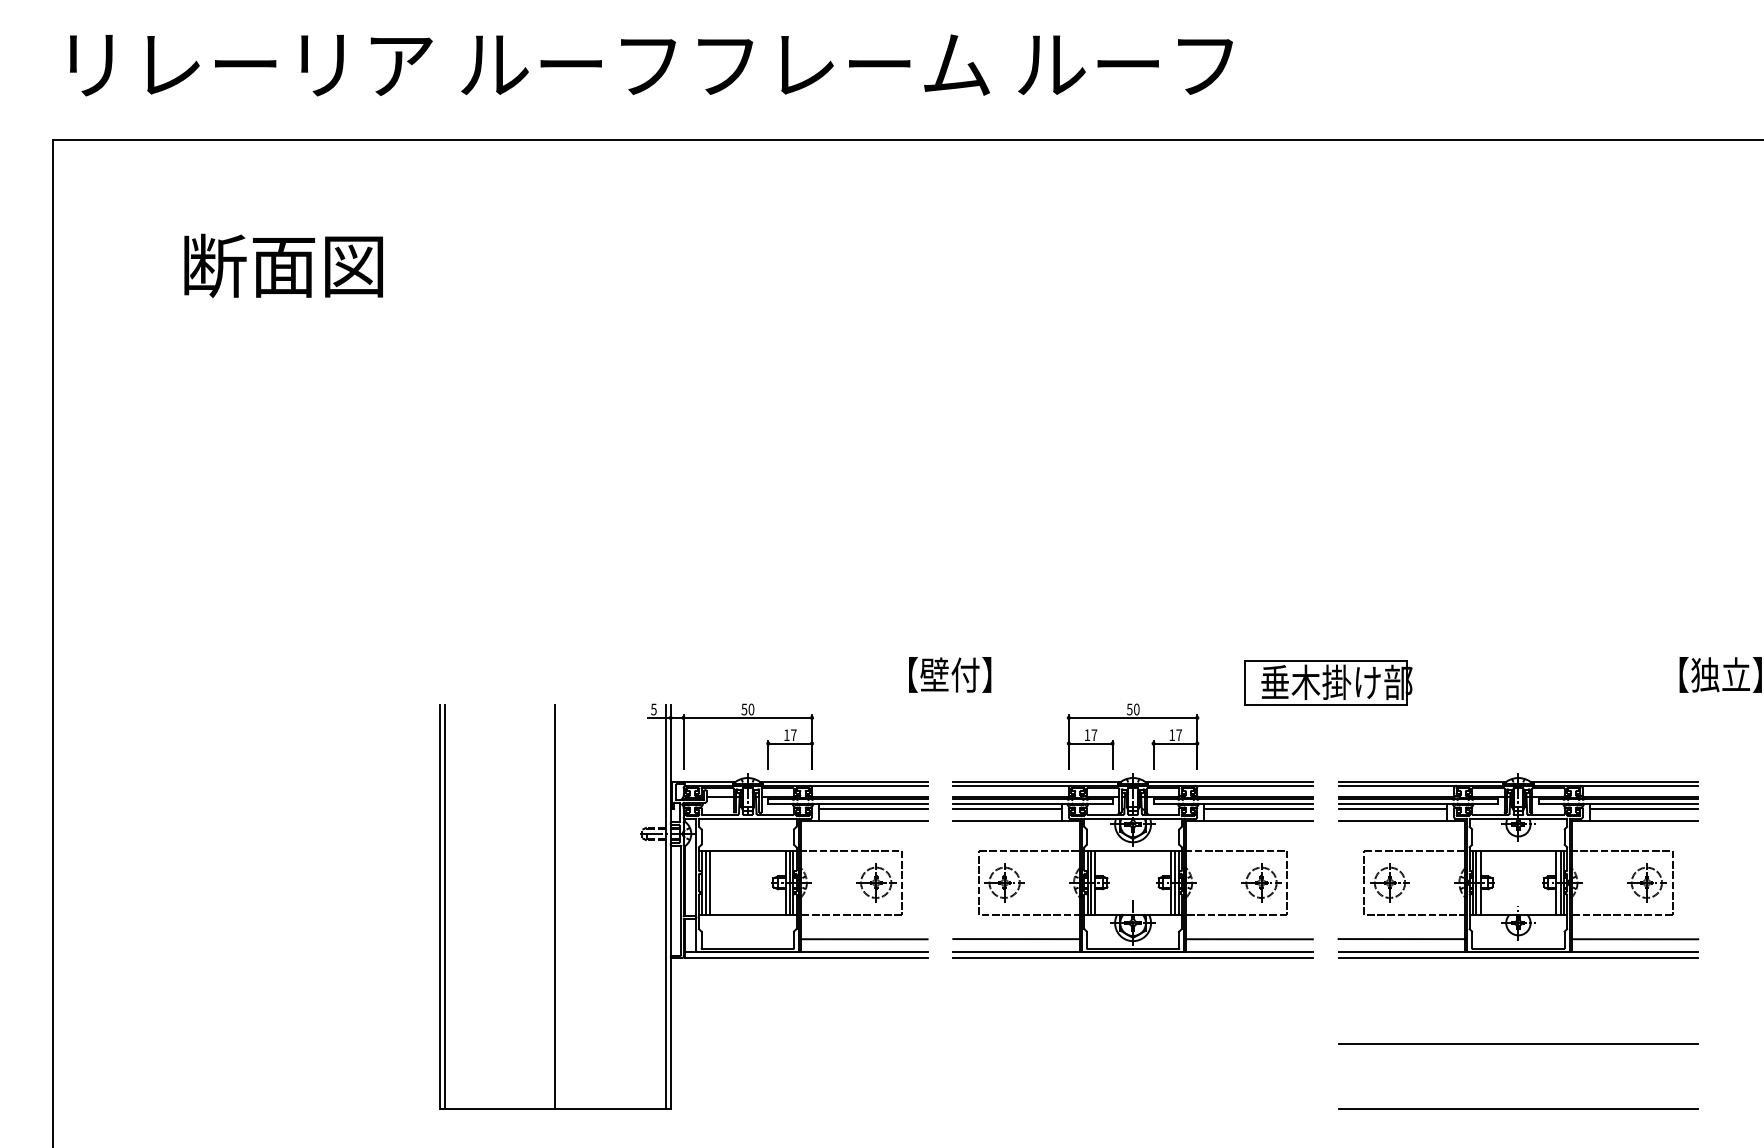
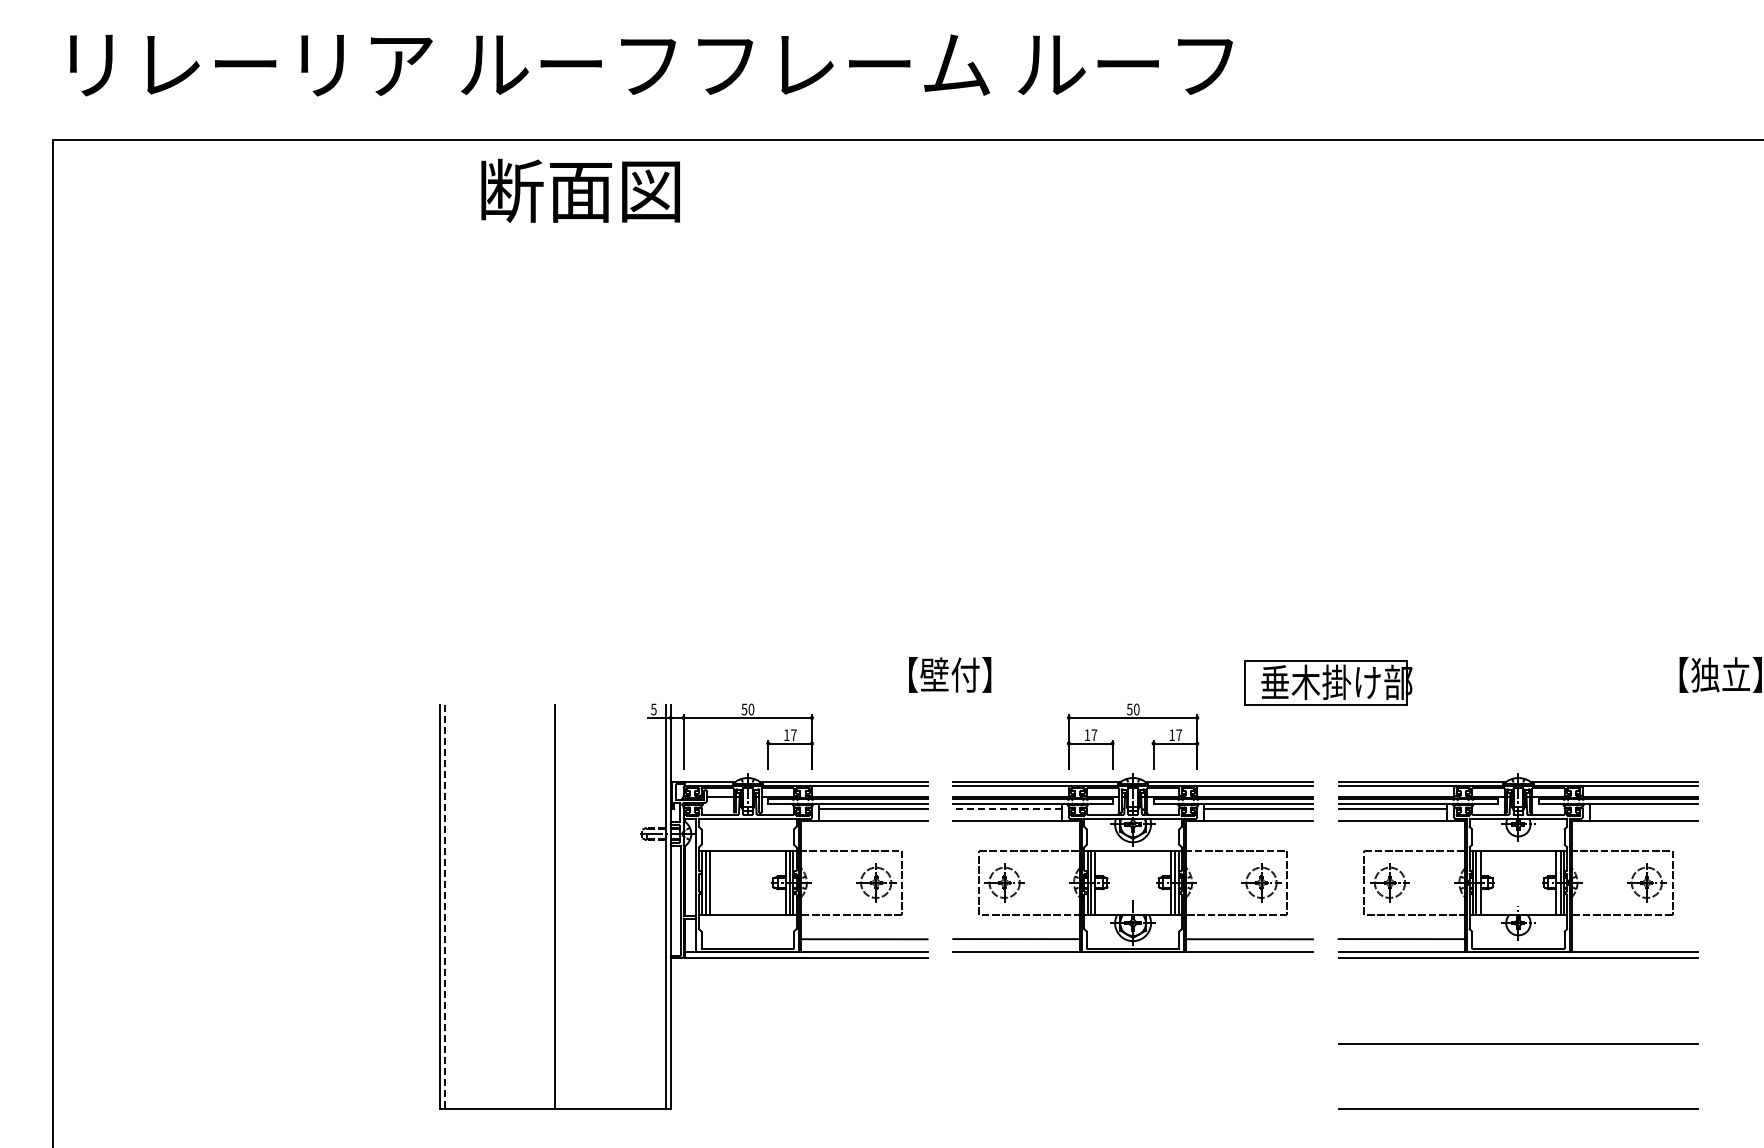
text at (283, 265) position: (283, 265) -> (580, 190)
line at (1007, 808): solid -> dashed
line at (1643, 808): present -> none
line at (444, 906): solid -> dashed
line at (1634, 939): present -> none
line at (1132, 957): present -> none
